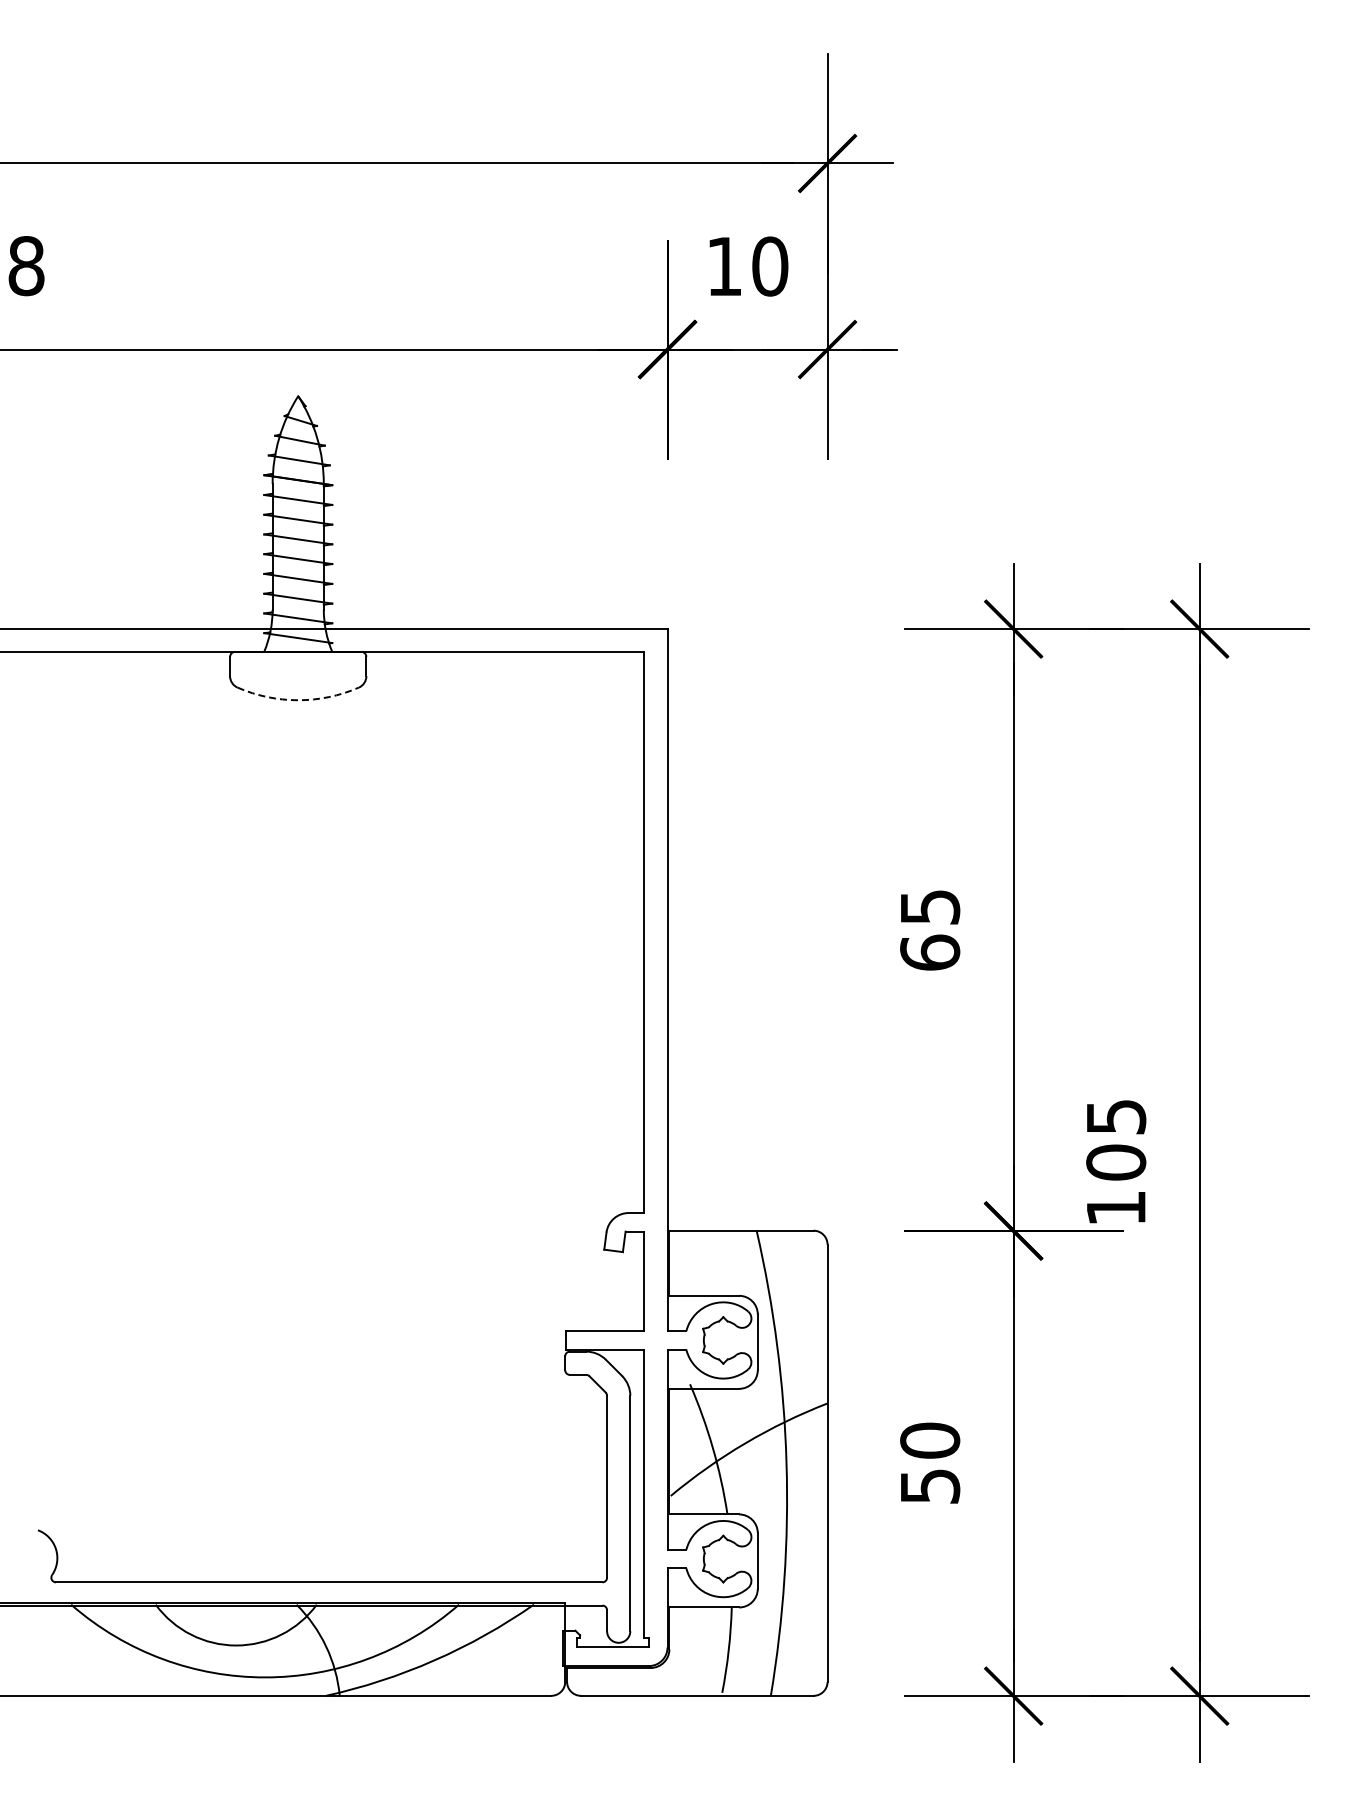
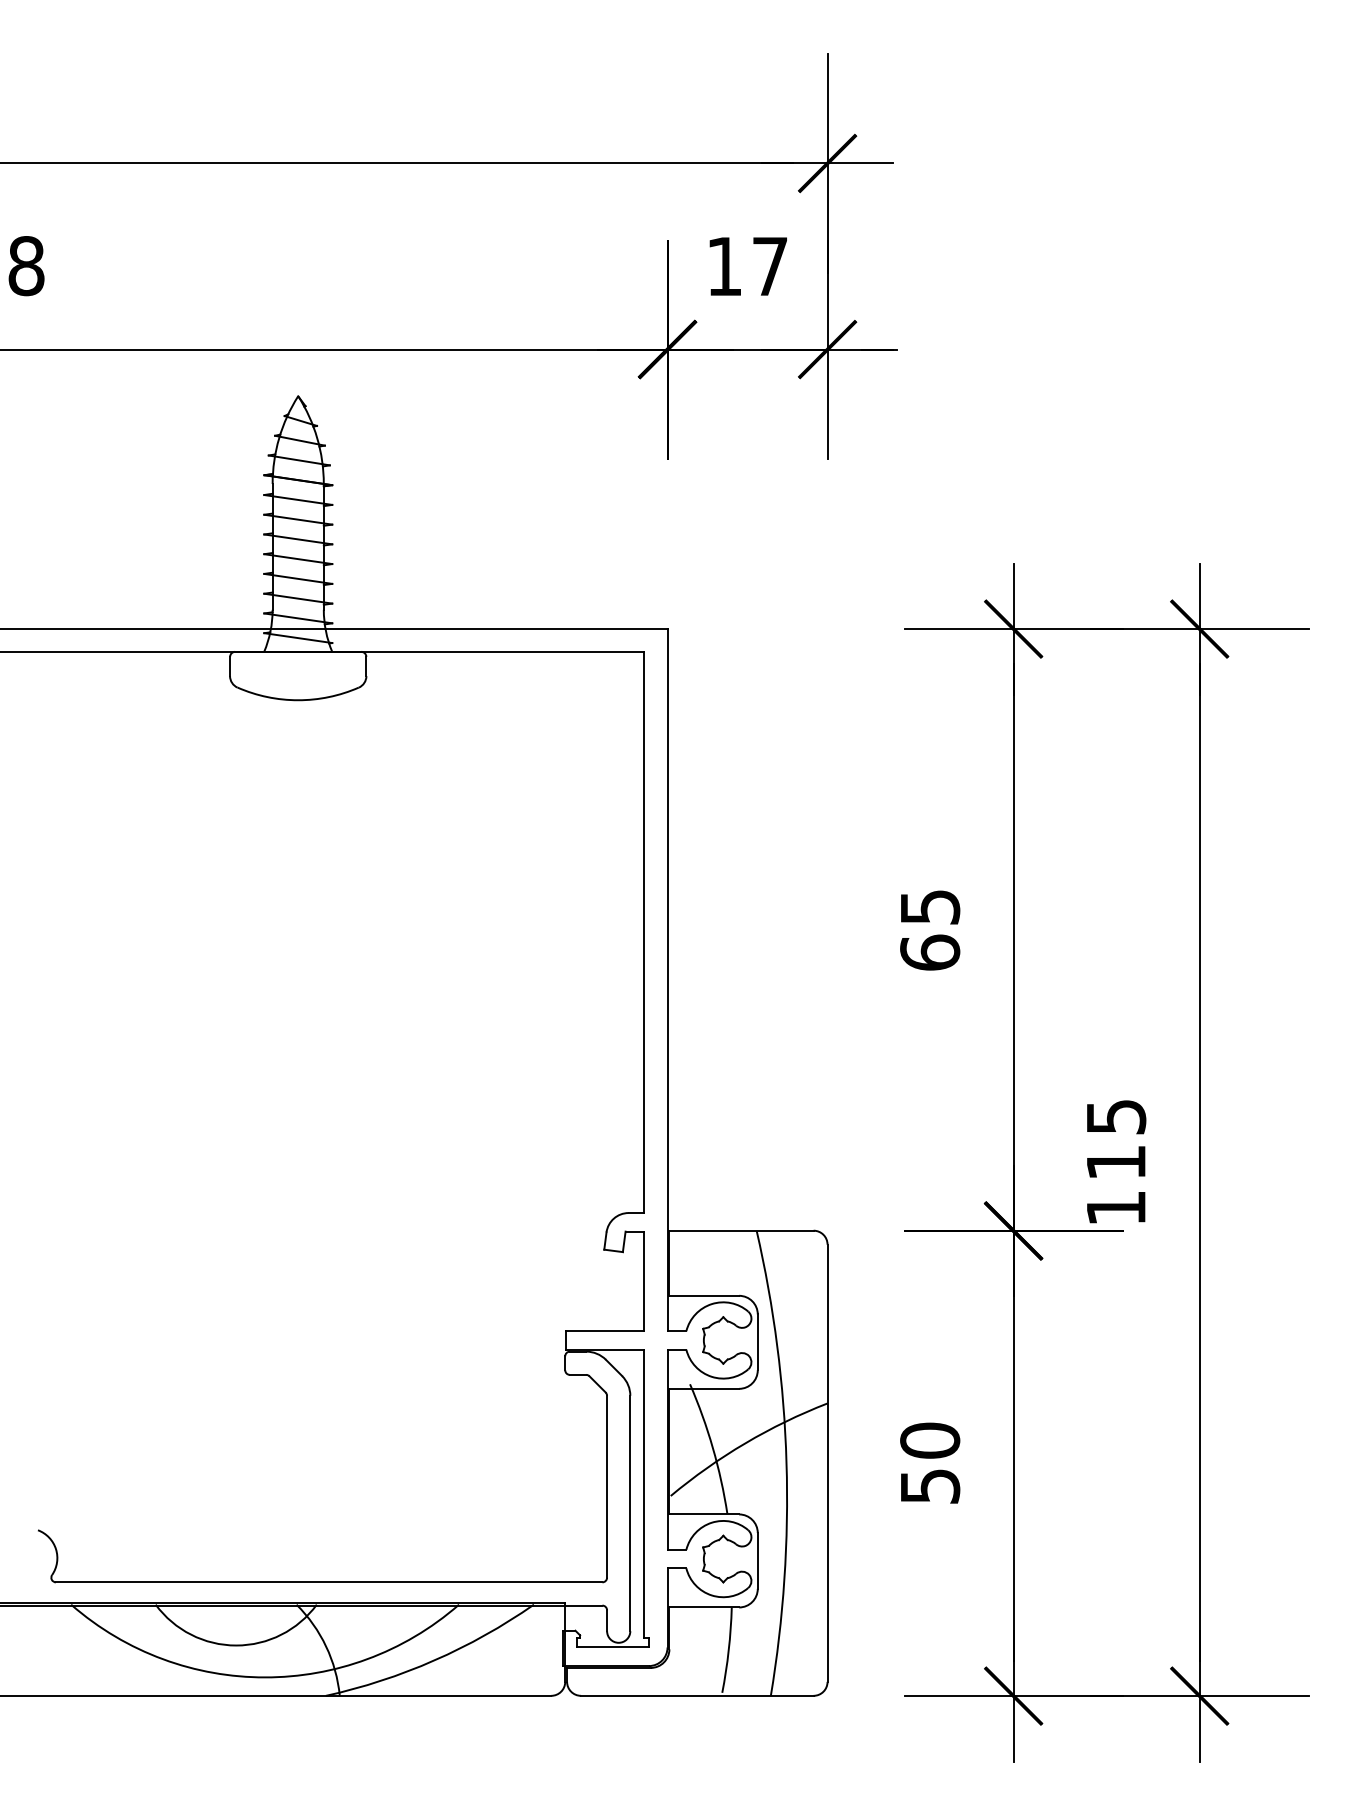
text at (770, 266): 10 -> 17
arc at (298, 700): dashed -> solid
text at (1116, 1162): 105 -> 115
